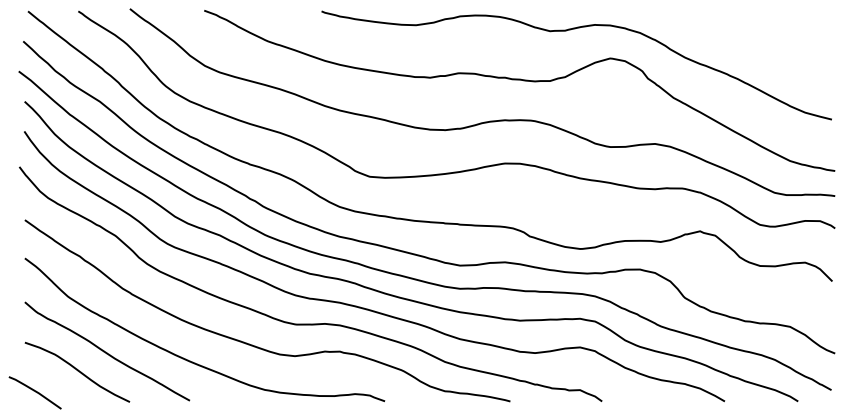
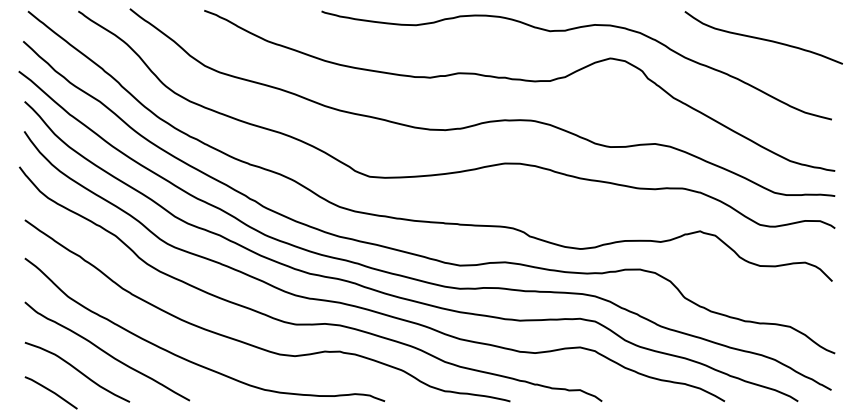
curve at (763, 38): none -> present
line at (34, 391) position: (34, 391) -> (50, 391)
